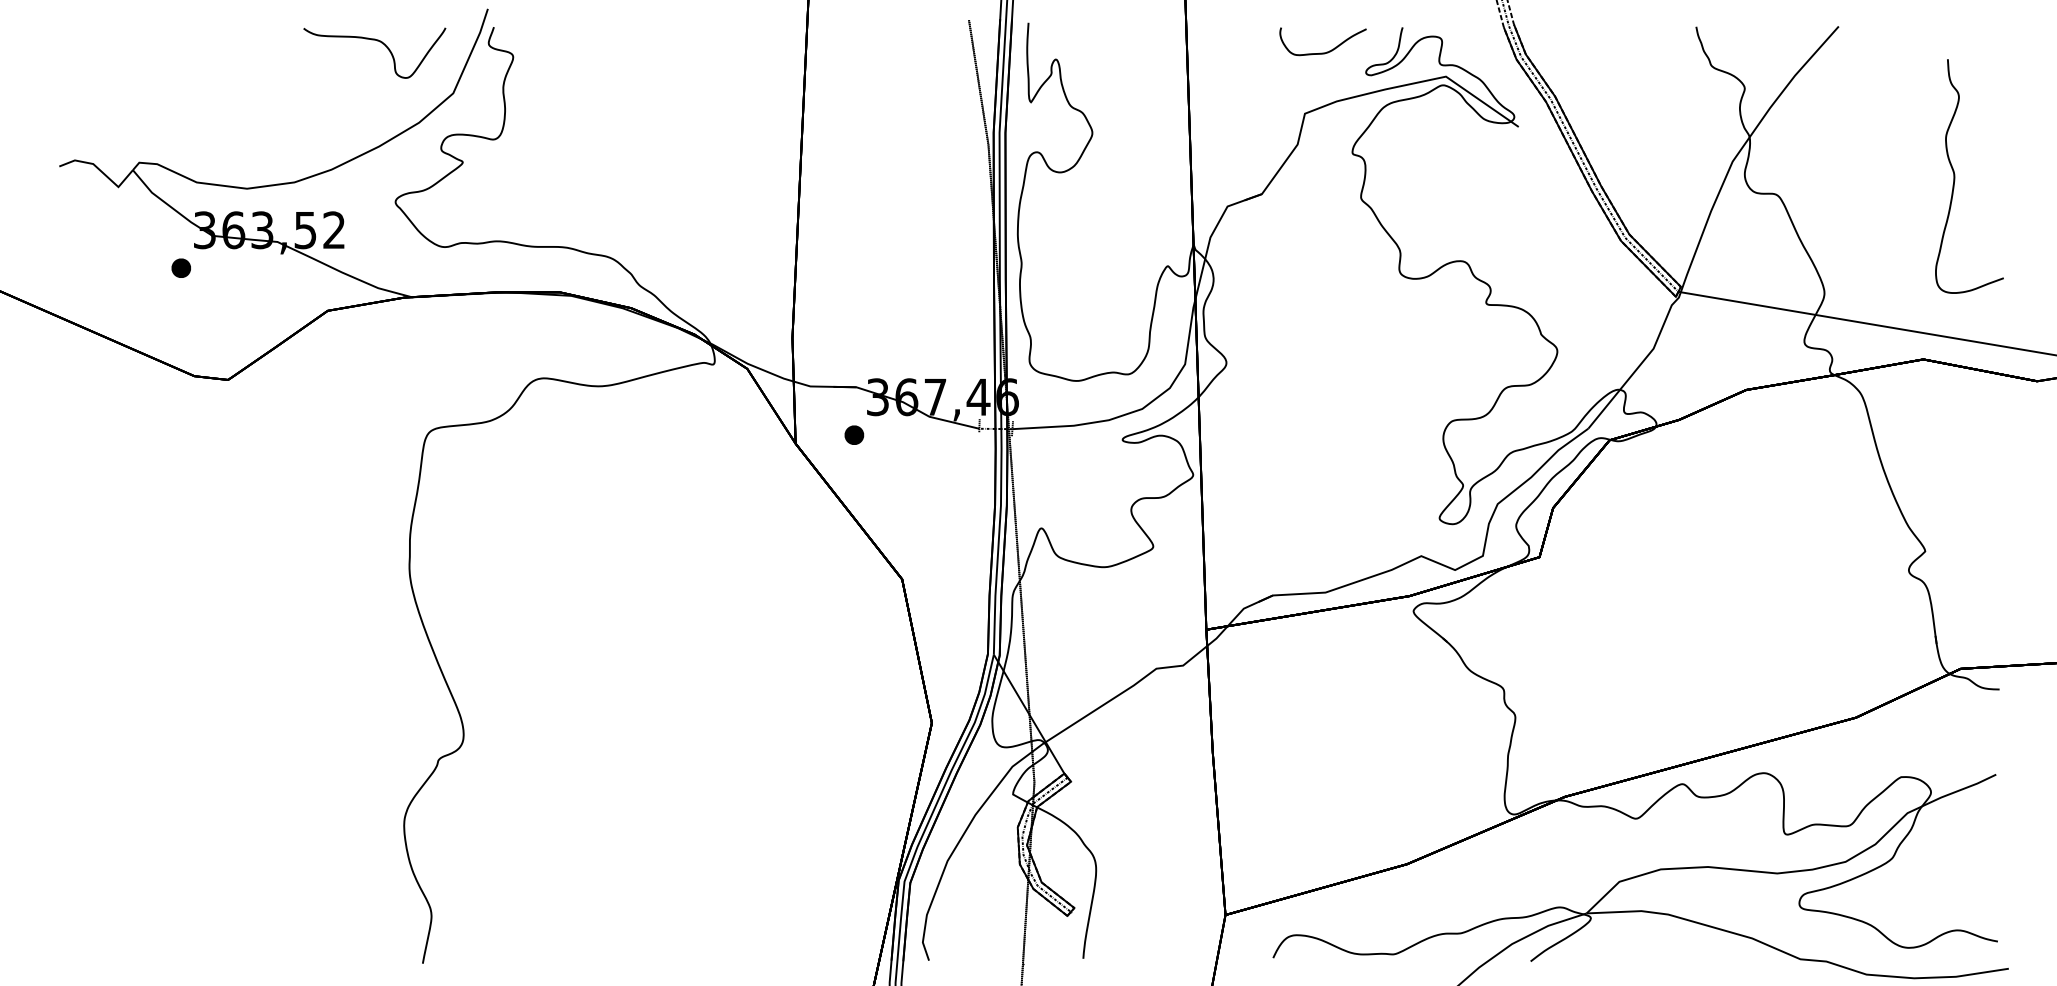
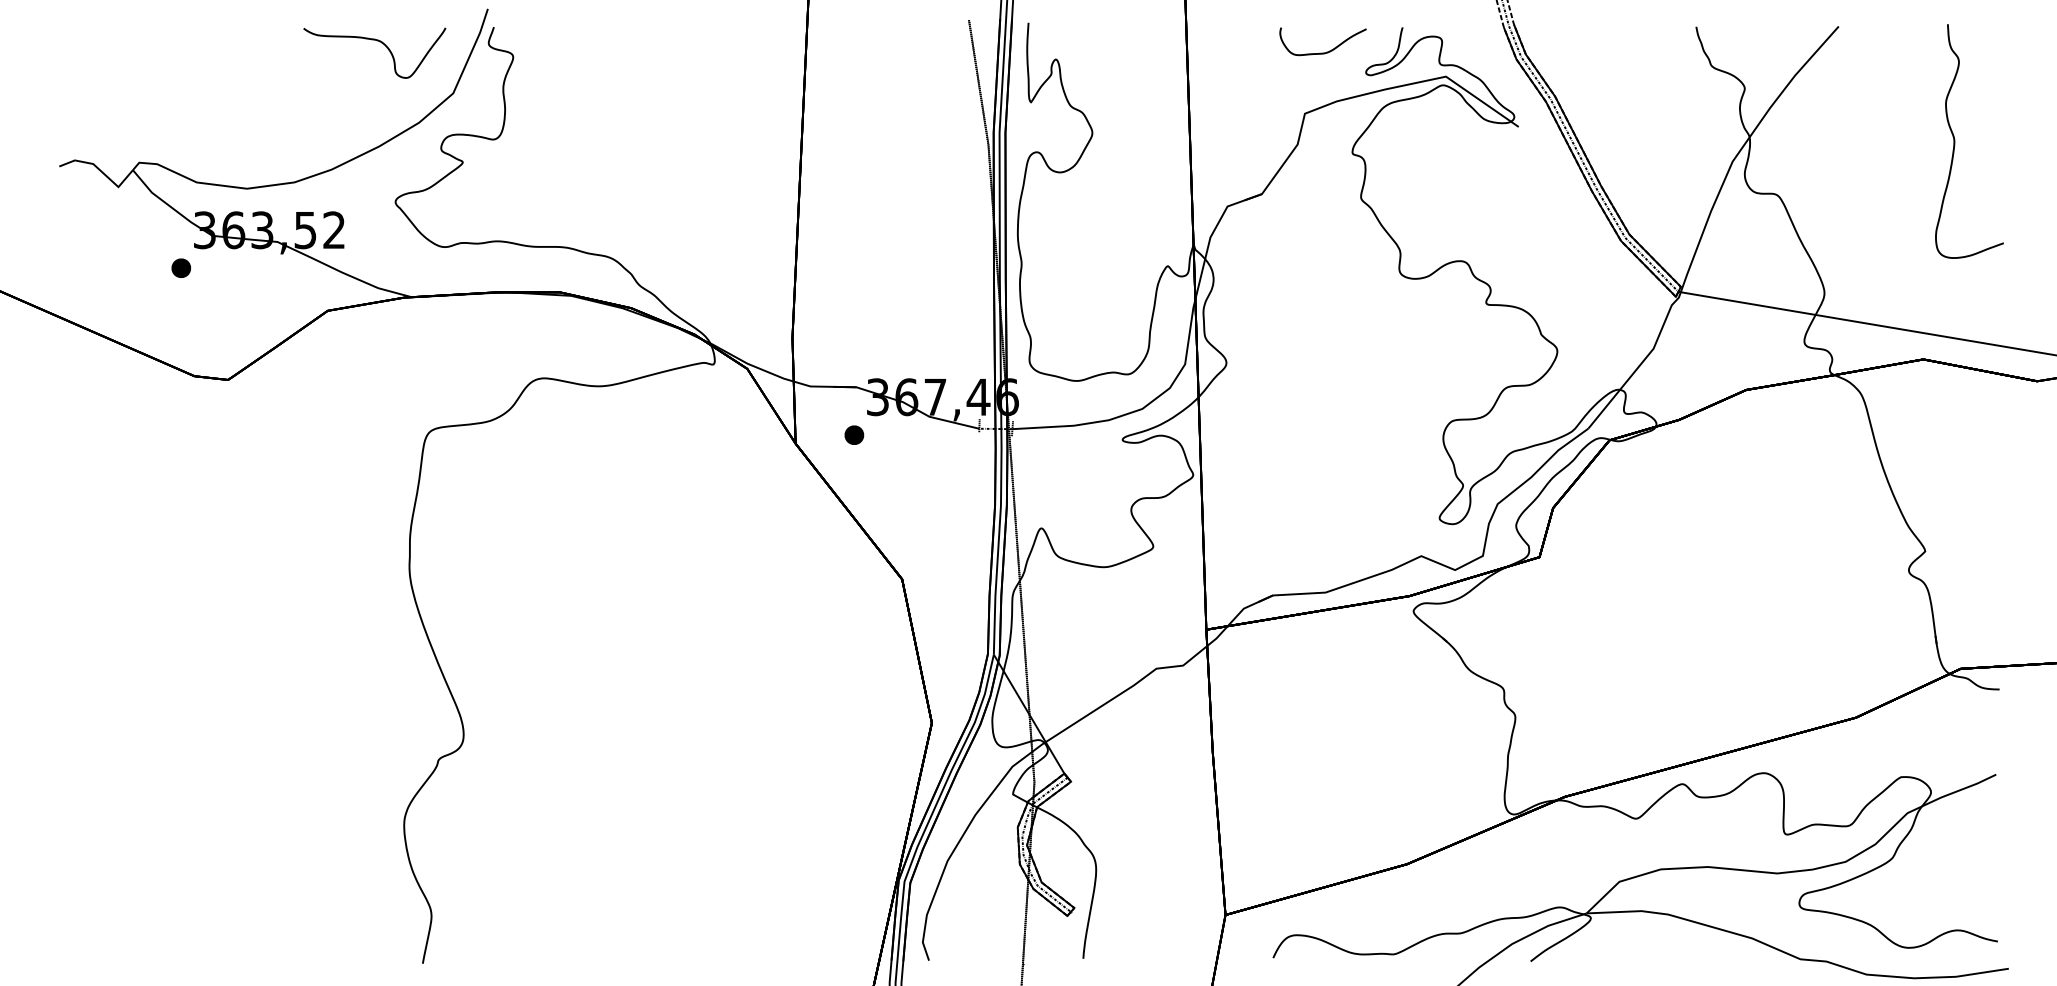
part at (1955, 176) position: (1955, 176) -> (1955, 141)
